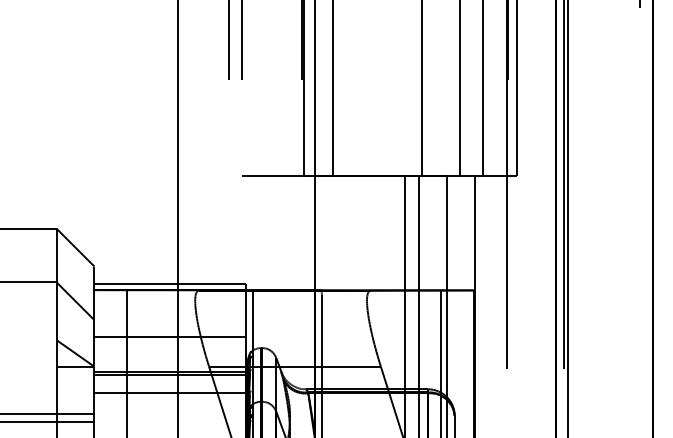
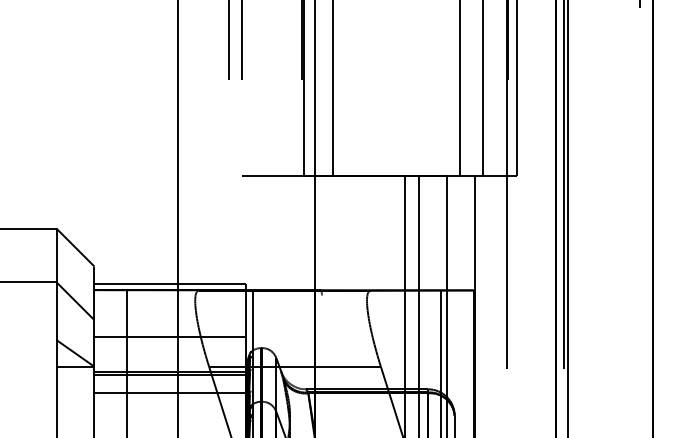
line at (422, 89): present -> none
line at (321, 364): present -> none
line at (48, 414): present -> none
line at (48, 422): present -> none
